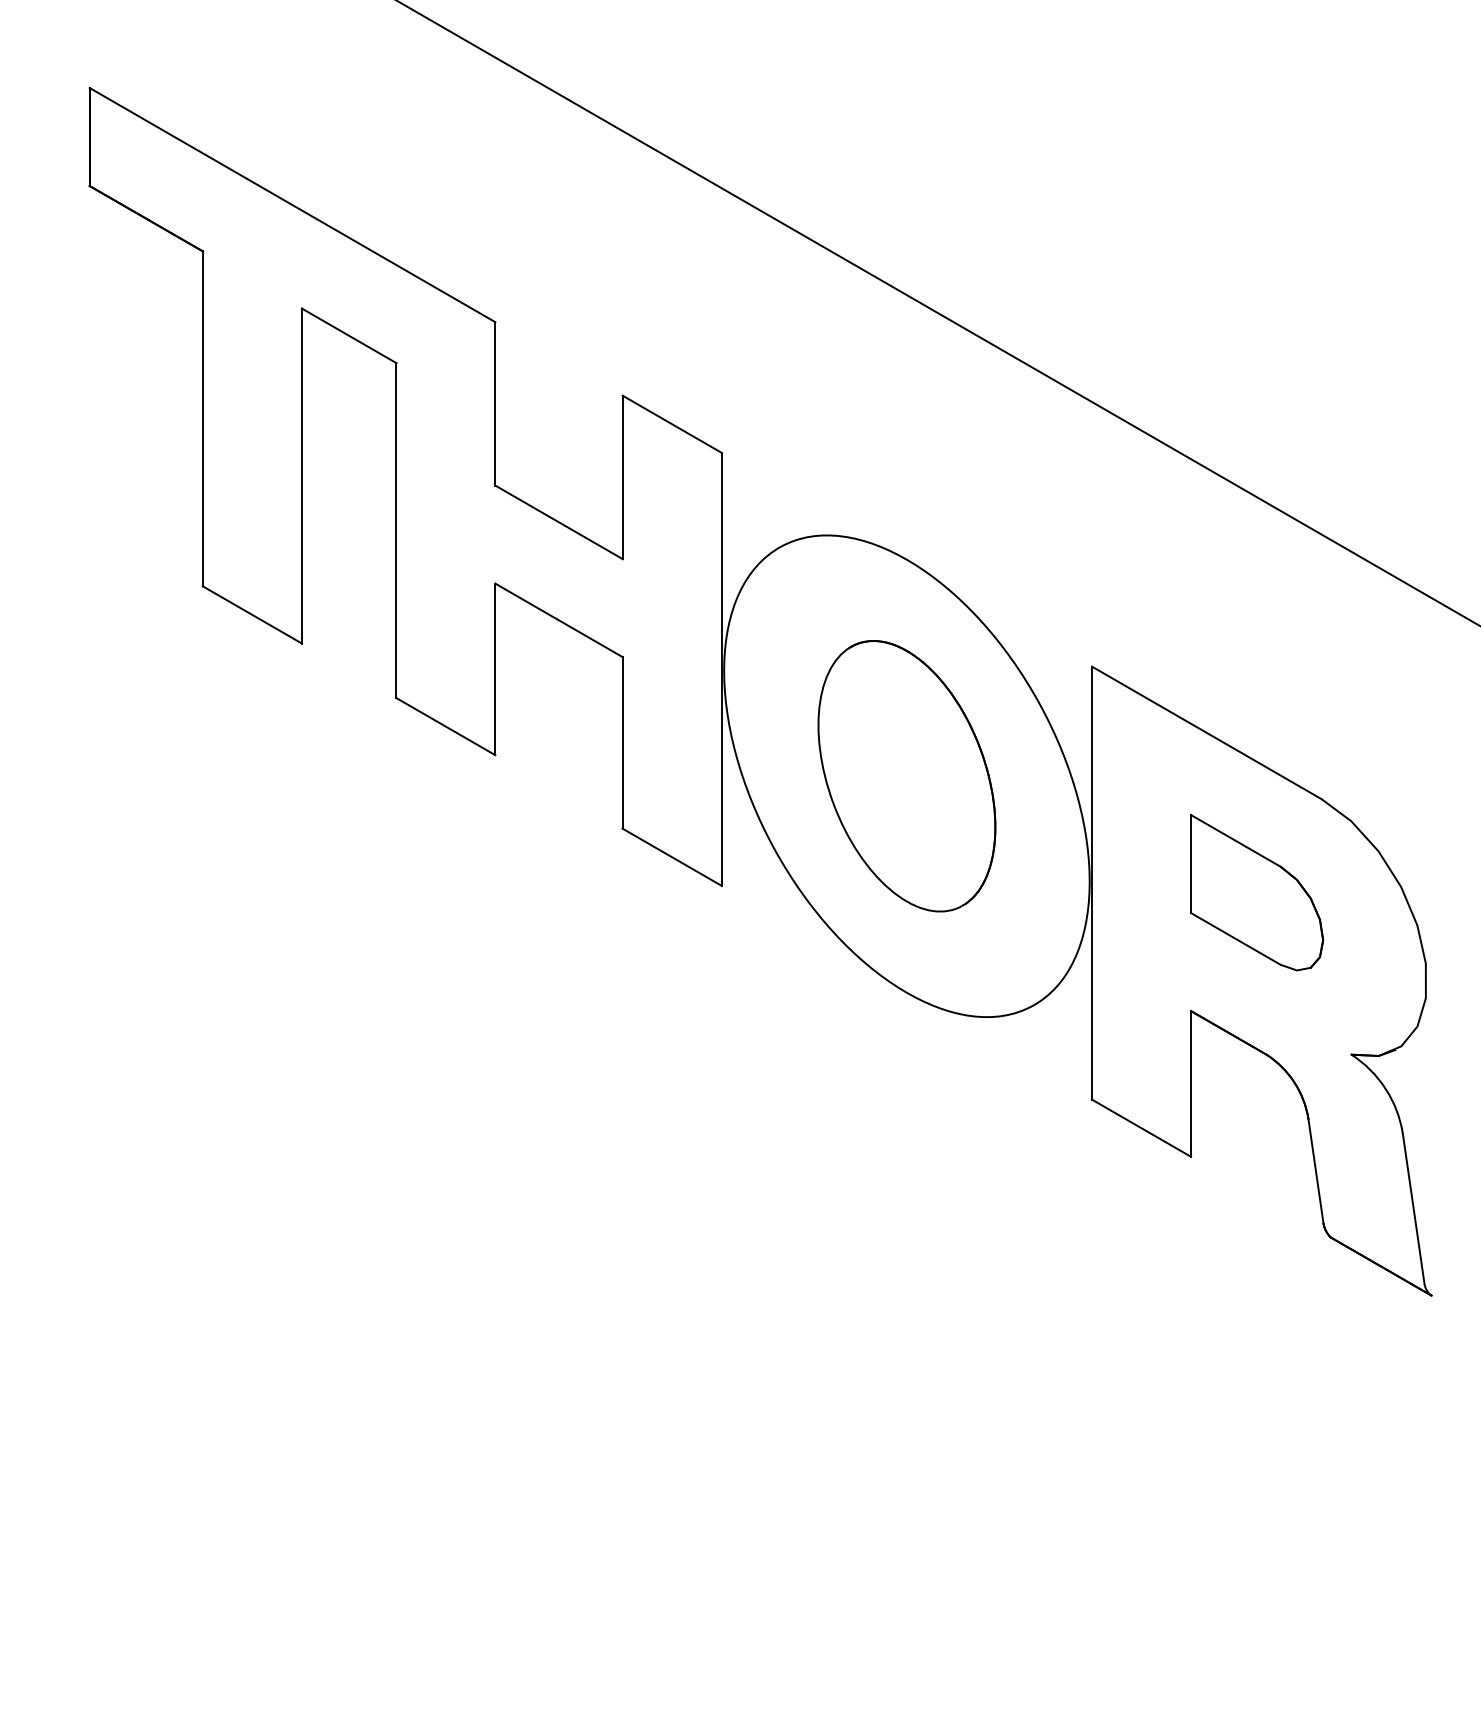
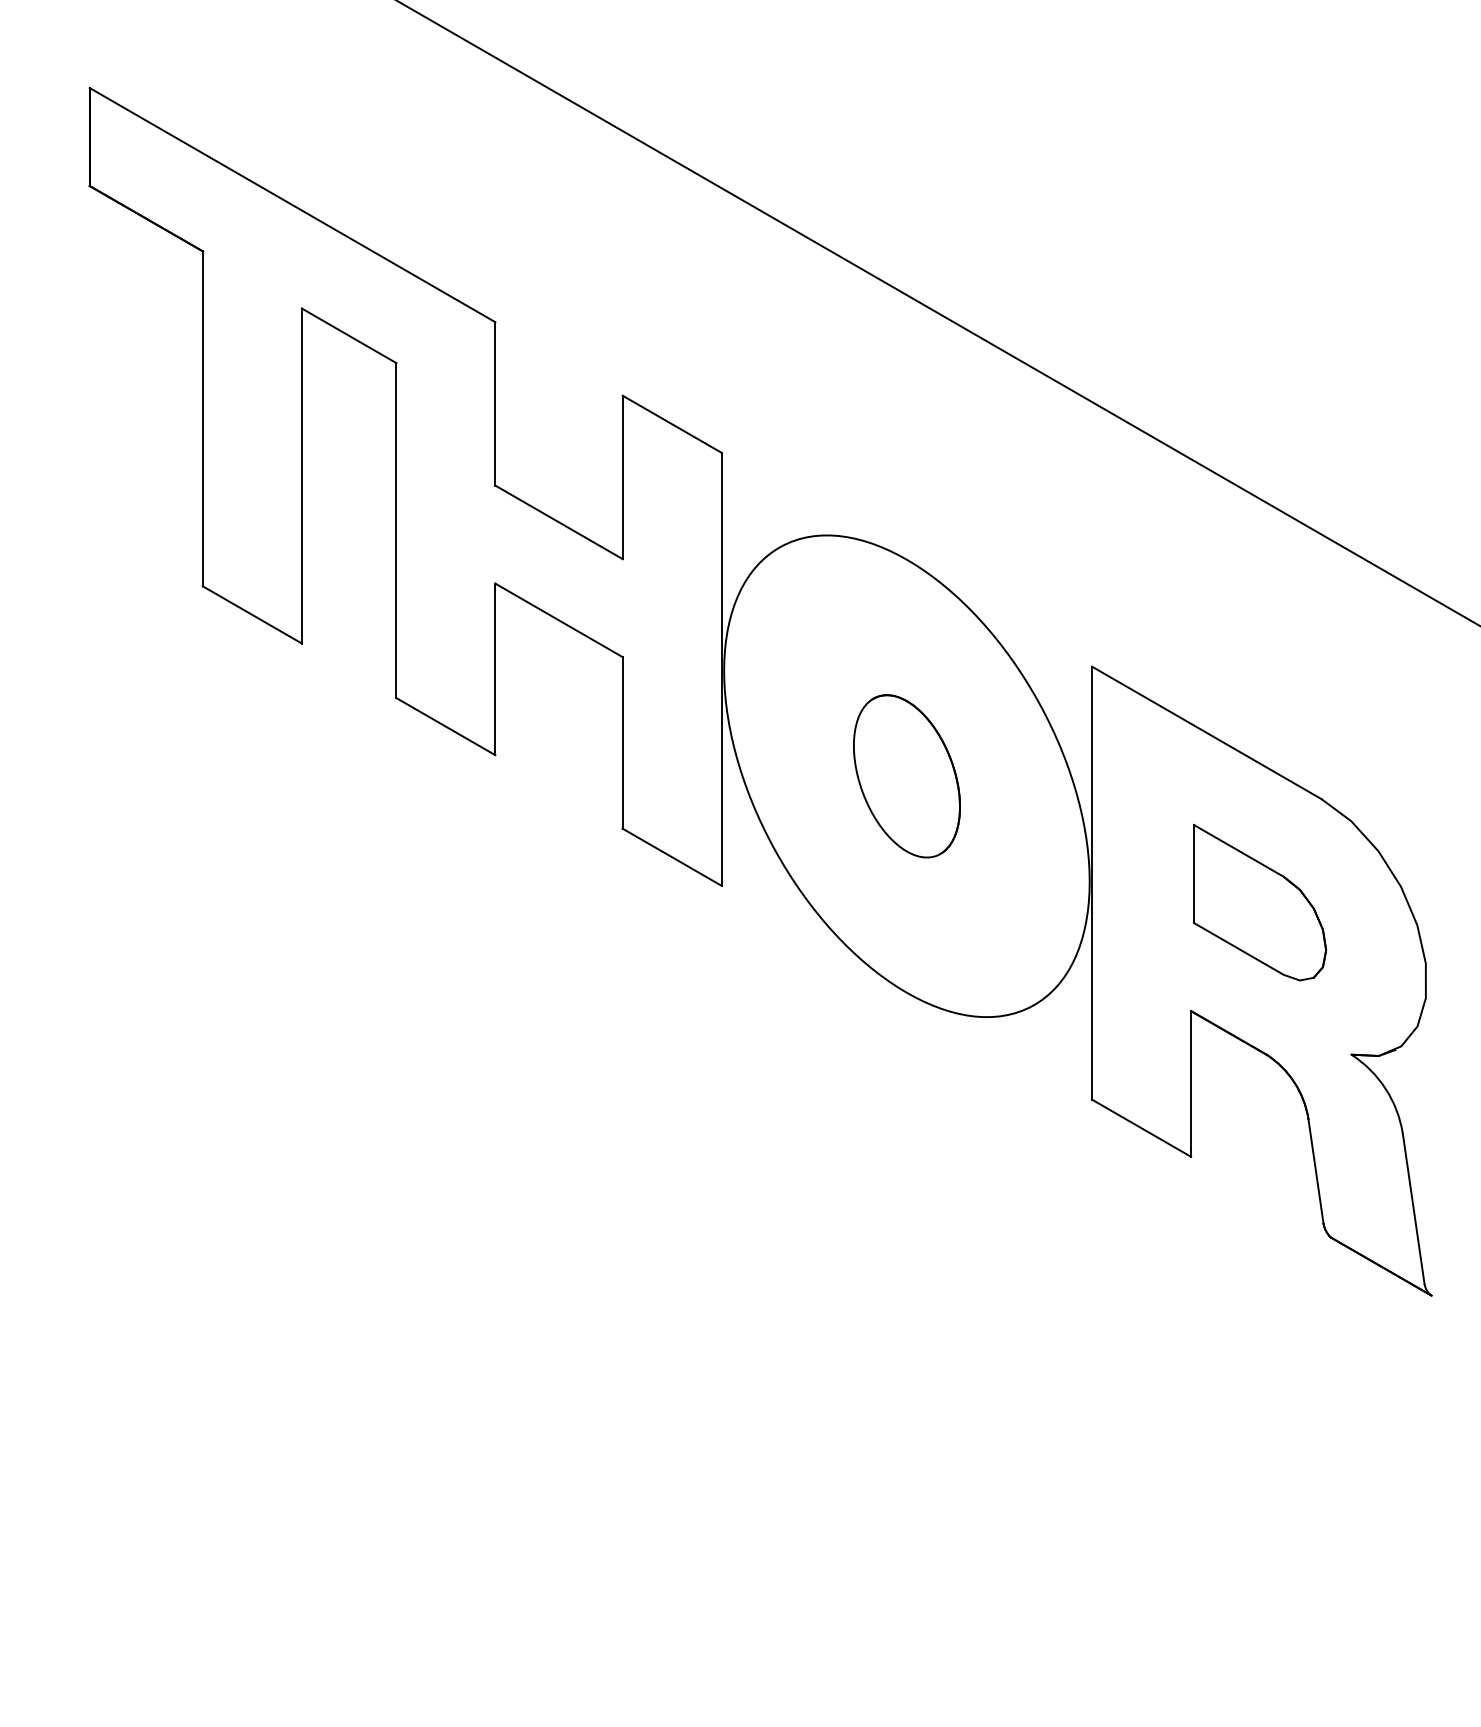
part at (906, 776) size: 180x273 px -> 108x165 px
part at (1257, 892) position: (1257, 892) -> (1260, 902)
